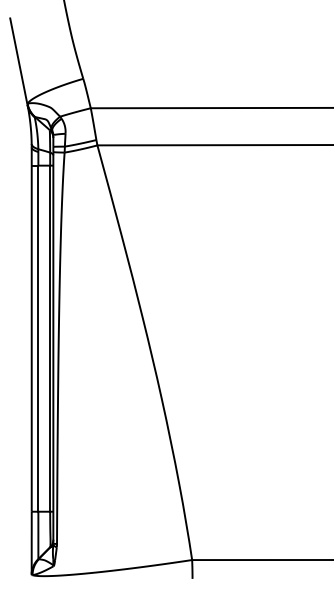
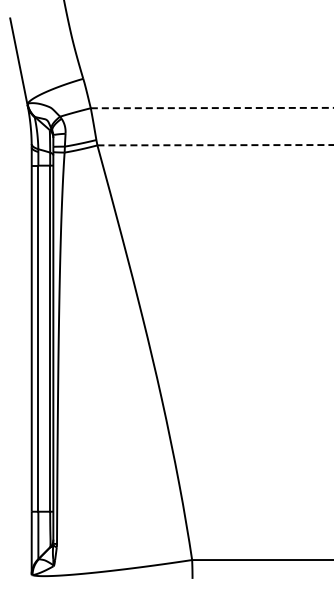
line at (212, 108): solid -> dashed
line at (215, 145): solid -> dashed
